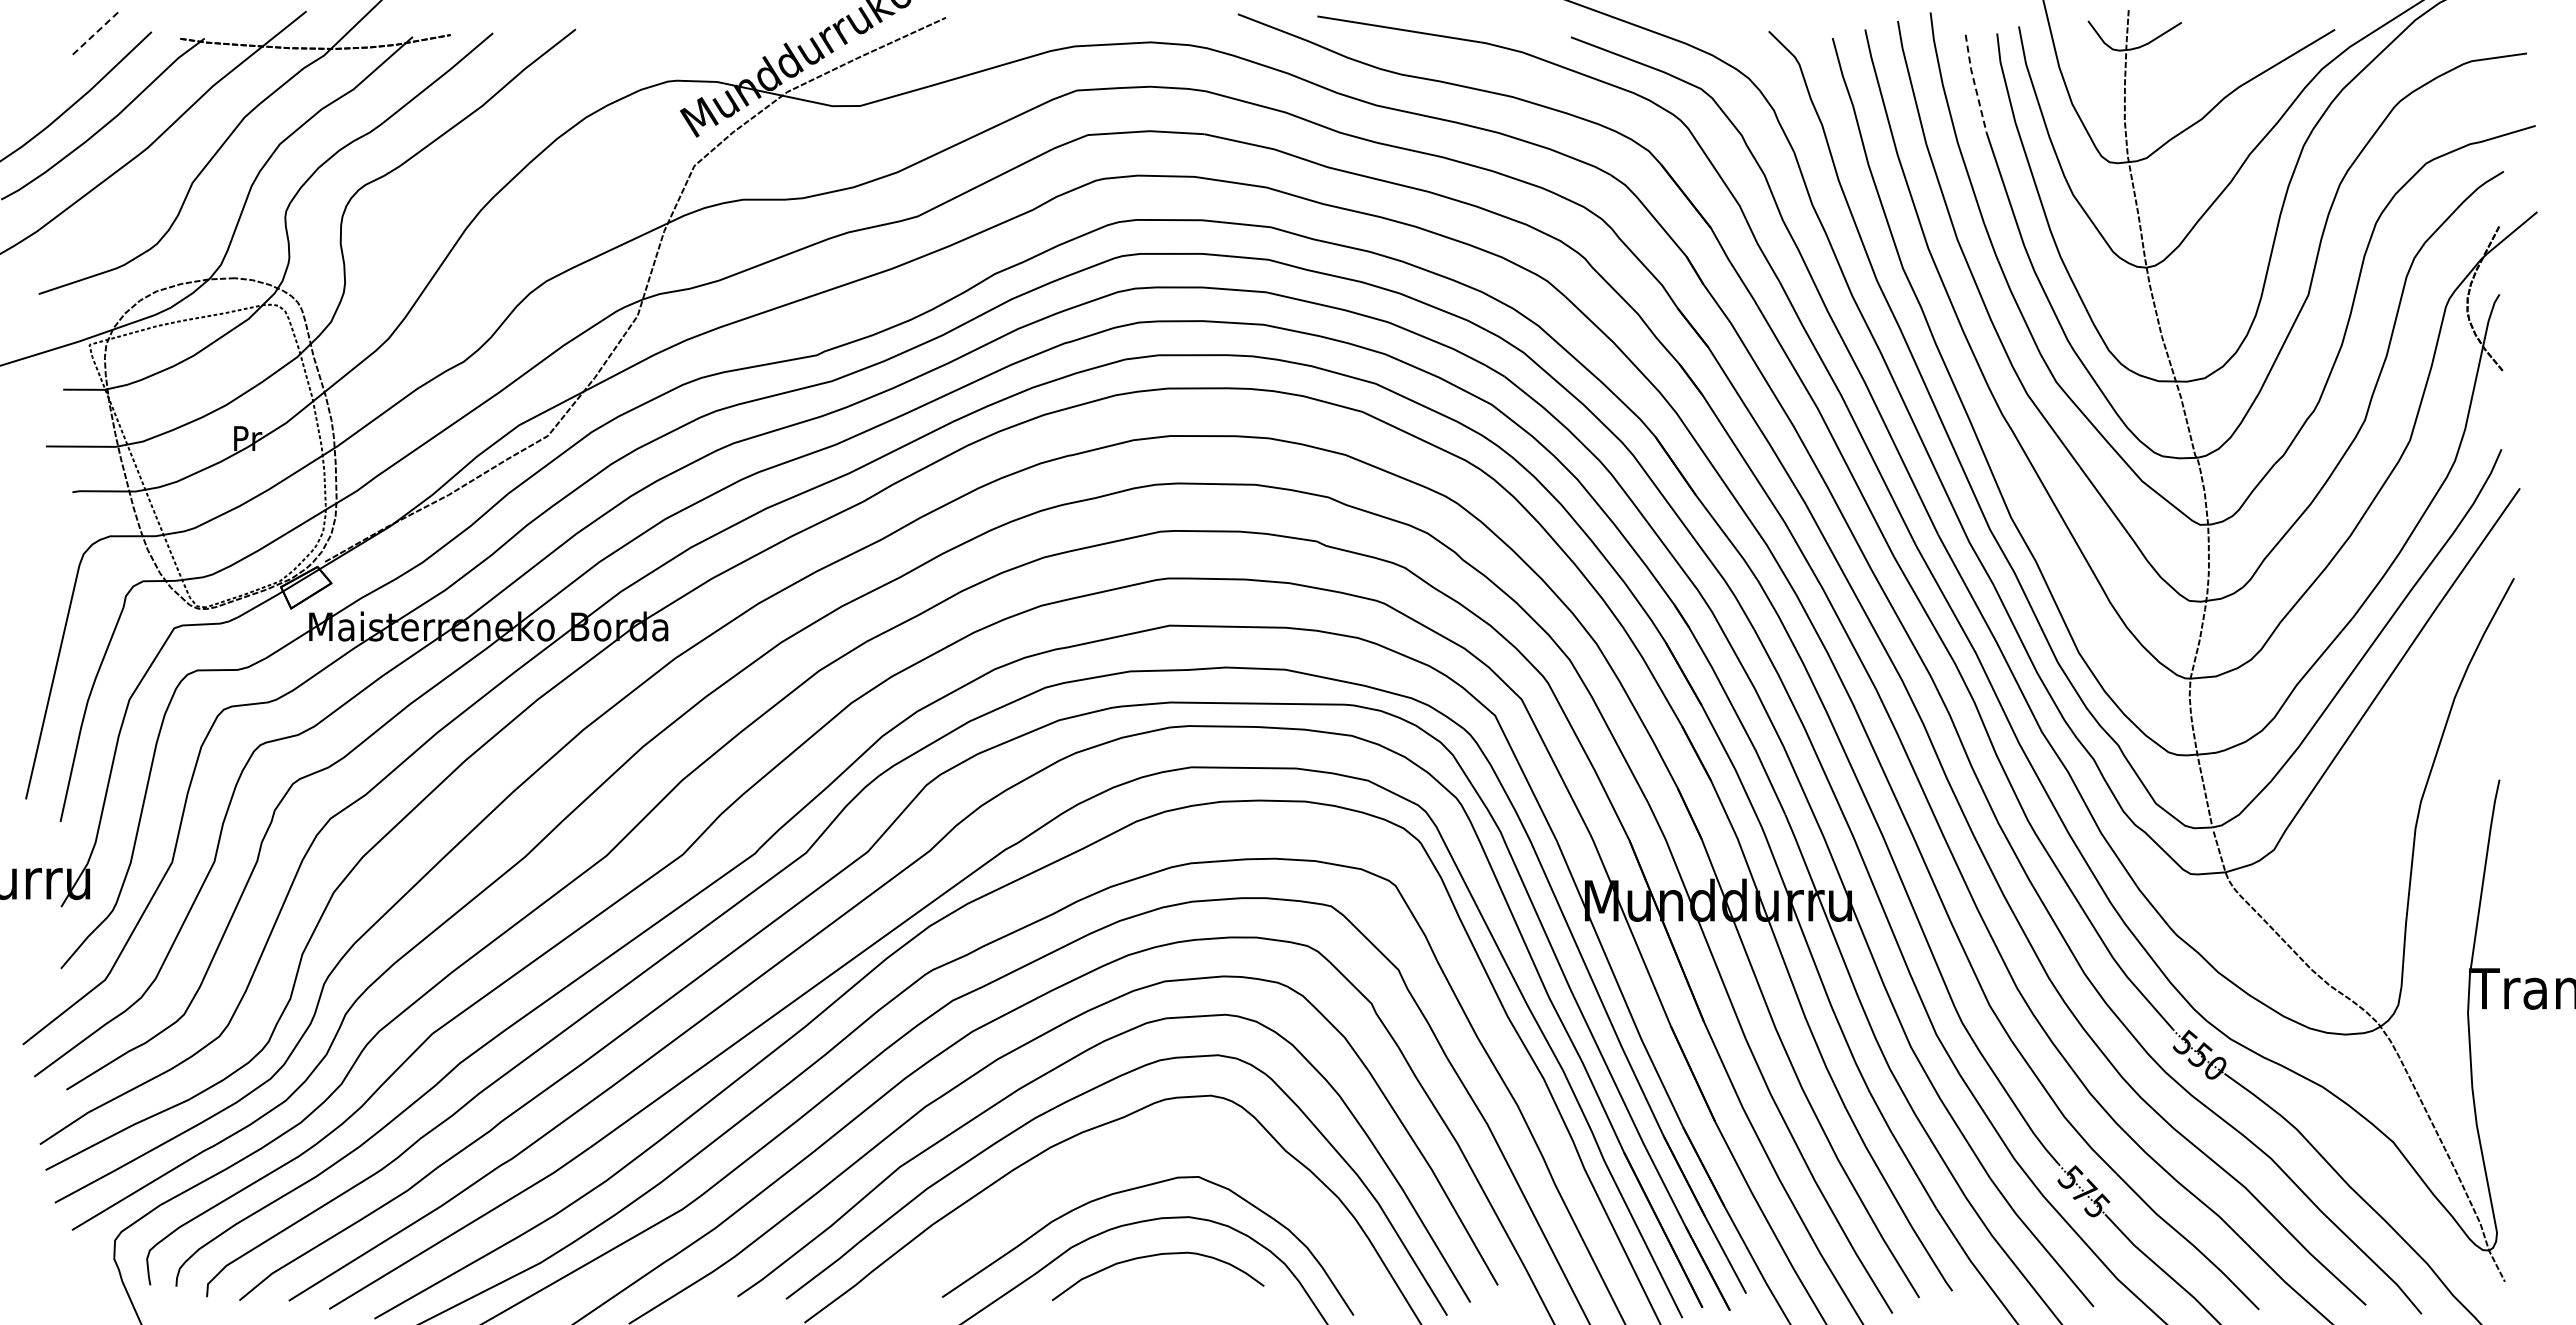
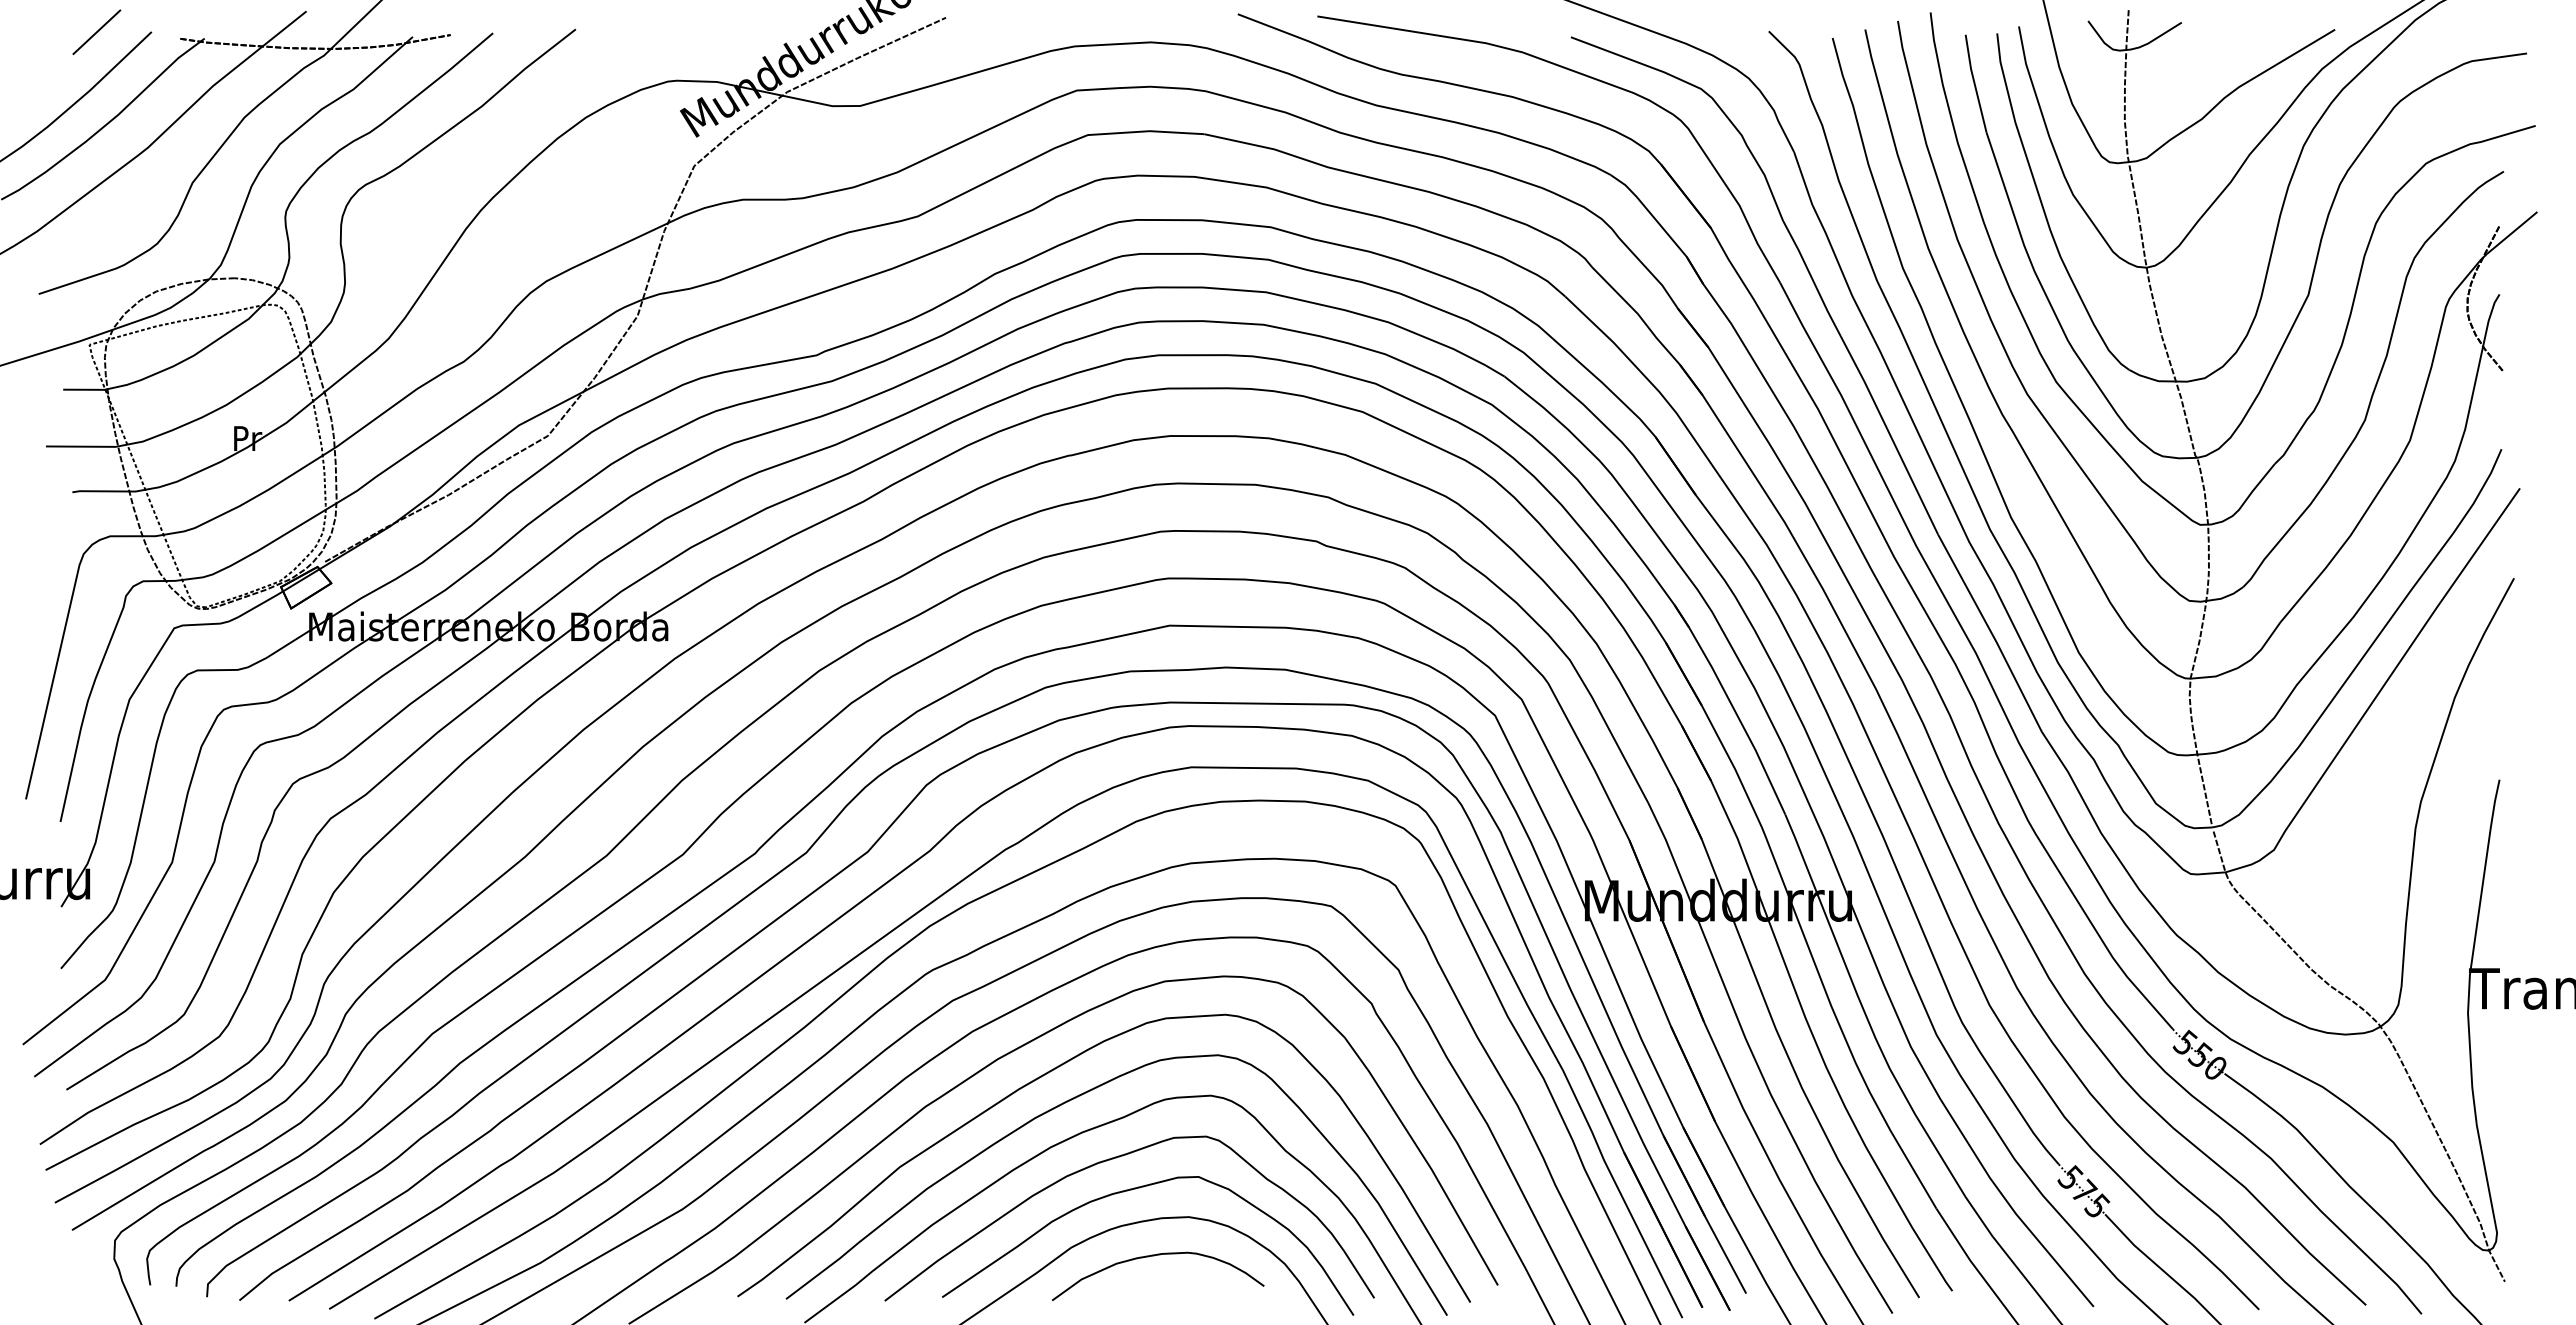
line at (96, 32): dashed -> solid
line at (1974, 83): dashed -> solid
curve at (1110, 1160): none -> present
